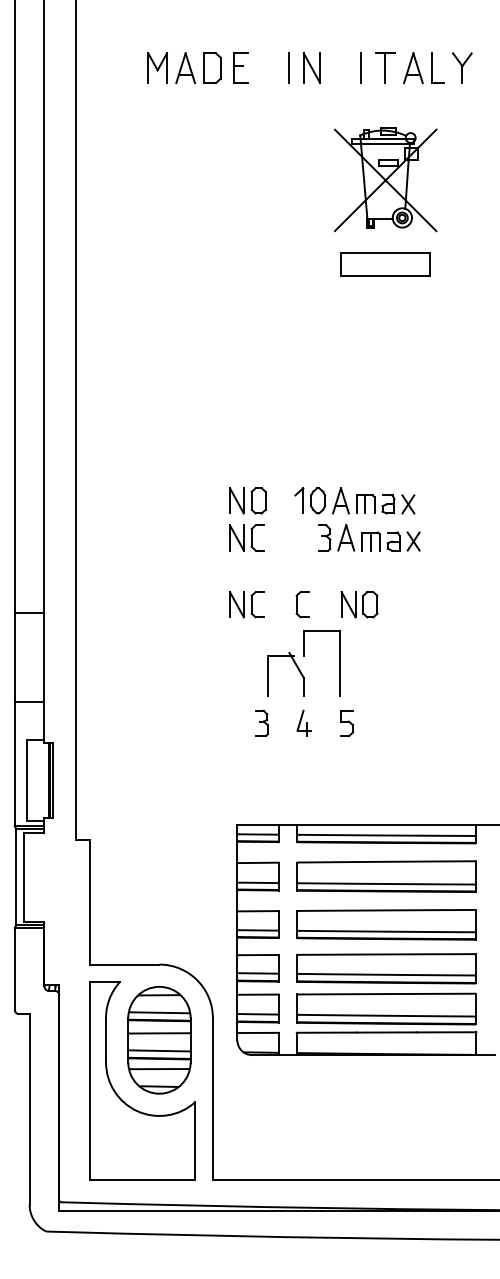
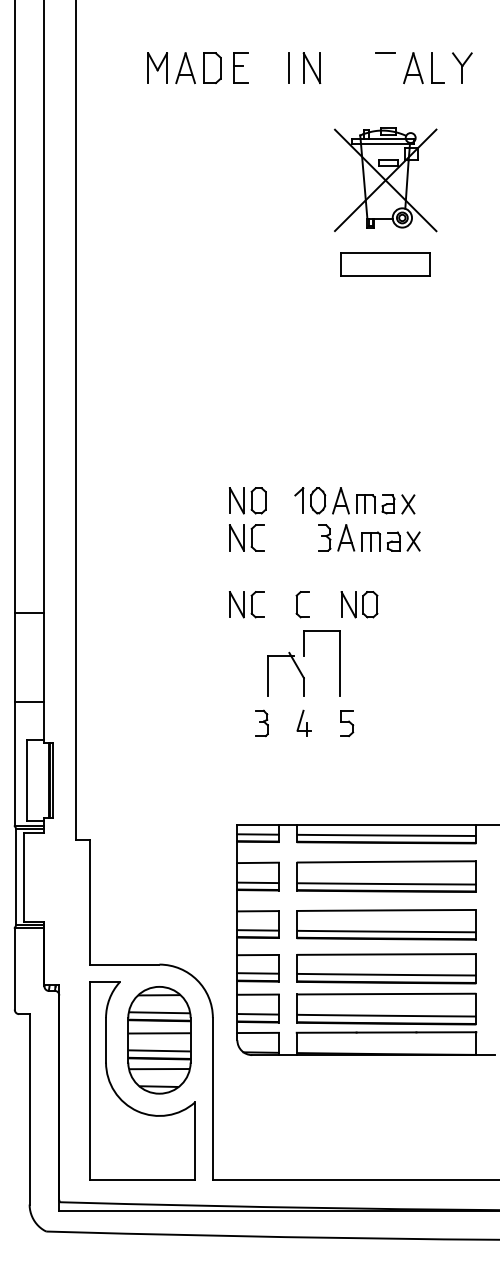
line at (361, 68): present -> none
line at (385, 68): present -> none
